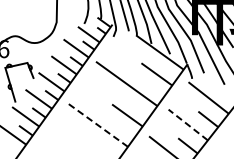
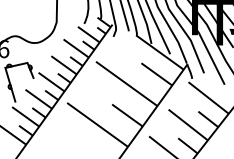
line at (97, 124): dashed -> solid
line at (188, 125): dashed -> solid
